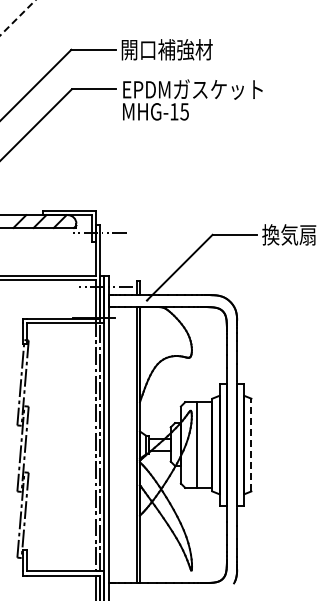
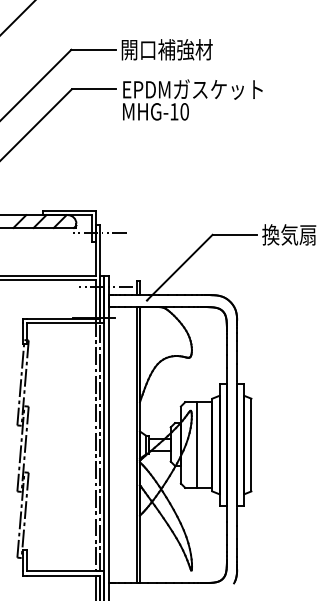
line at (18, 17): dashed -> solid
text at (184, 111): MHG-15 -> MHG-10
line at (251, 444): dashed -> solid
